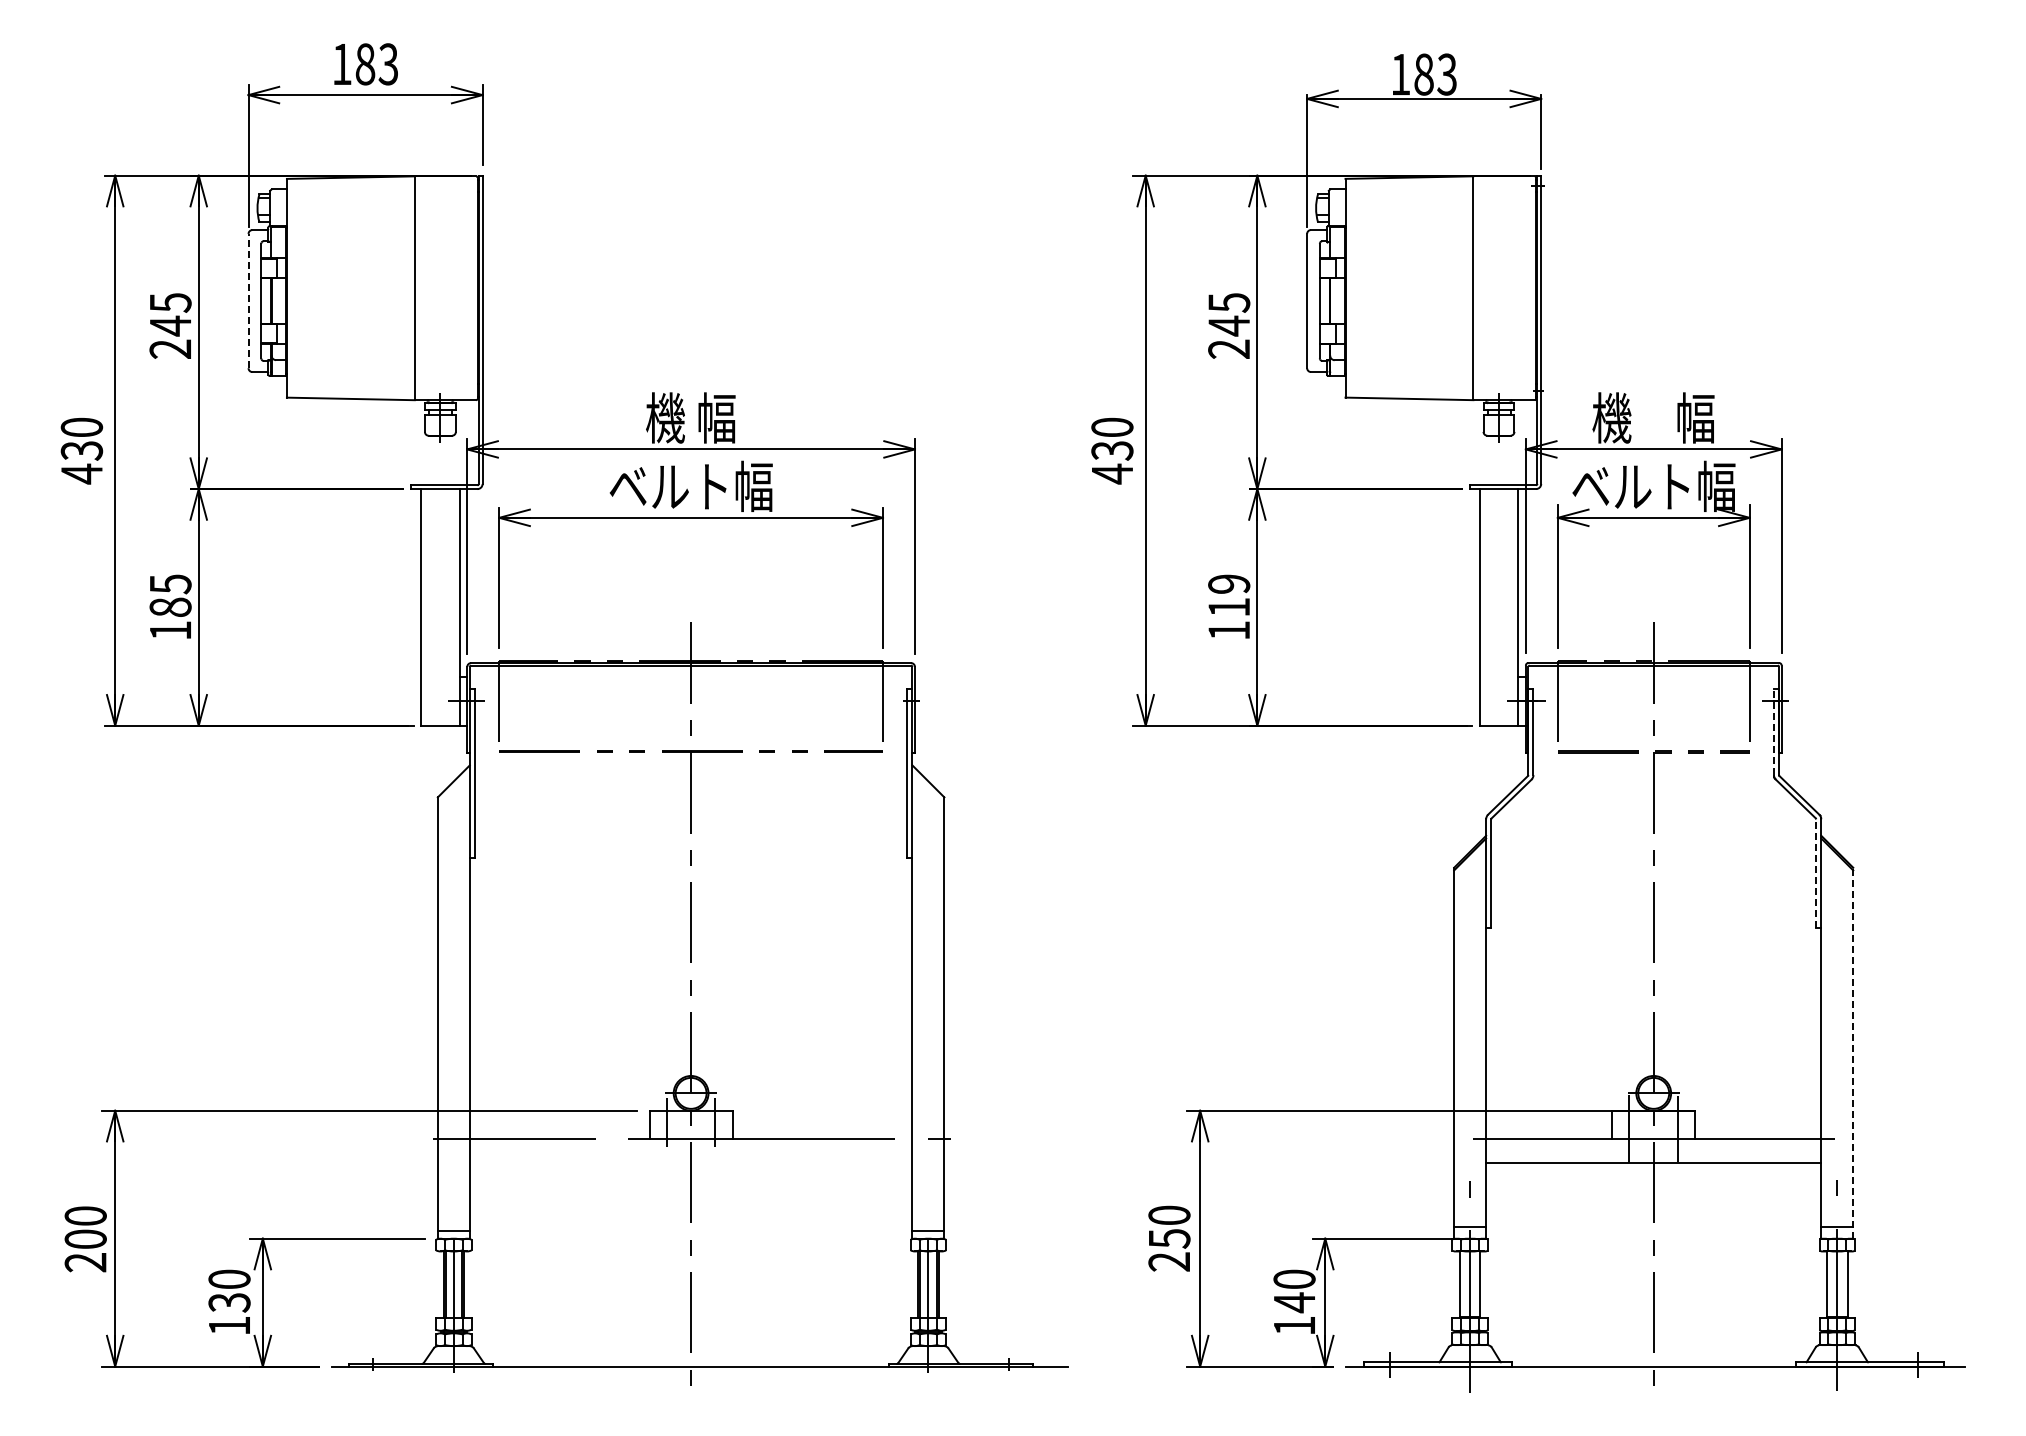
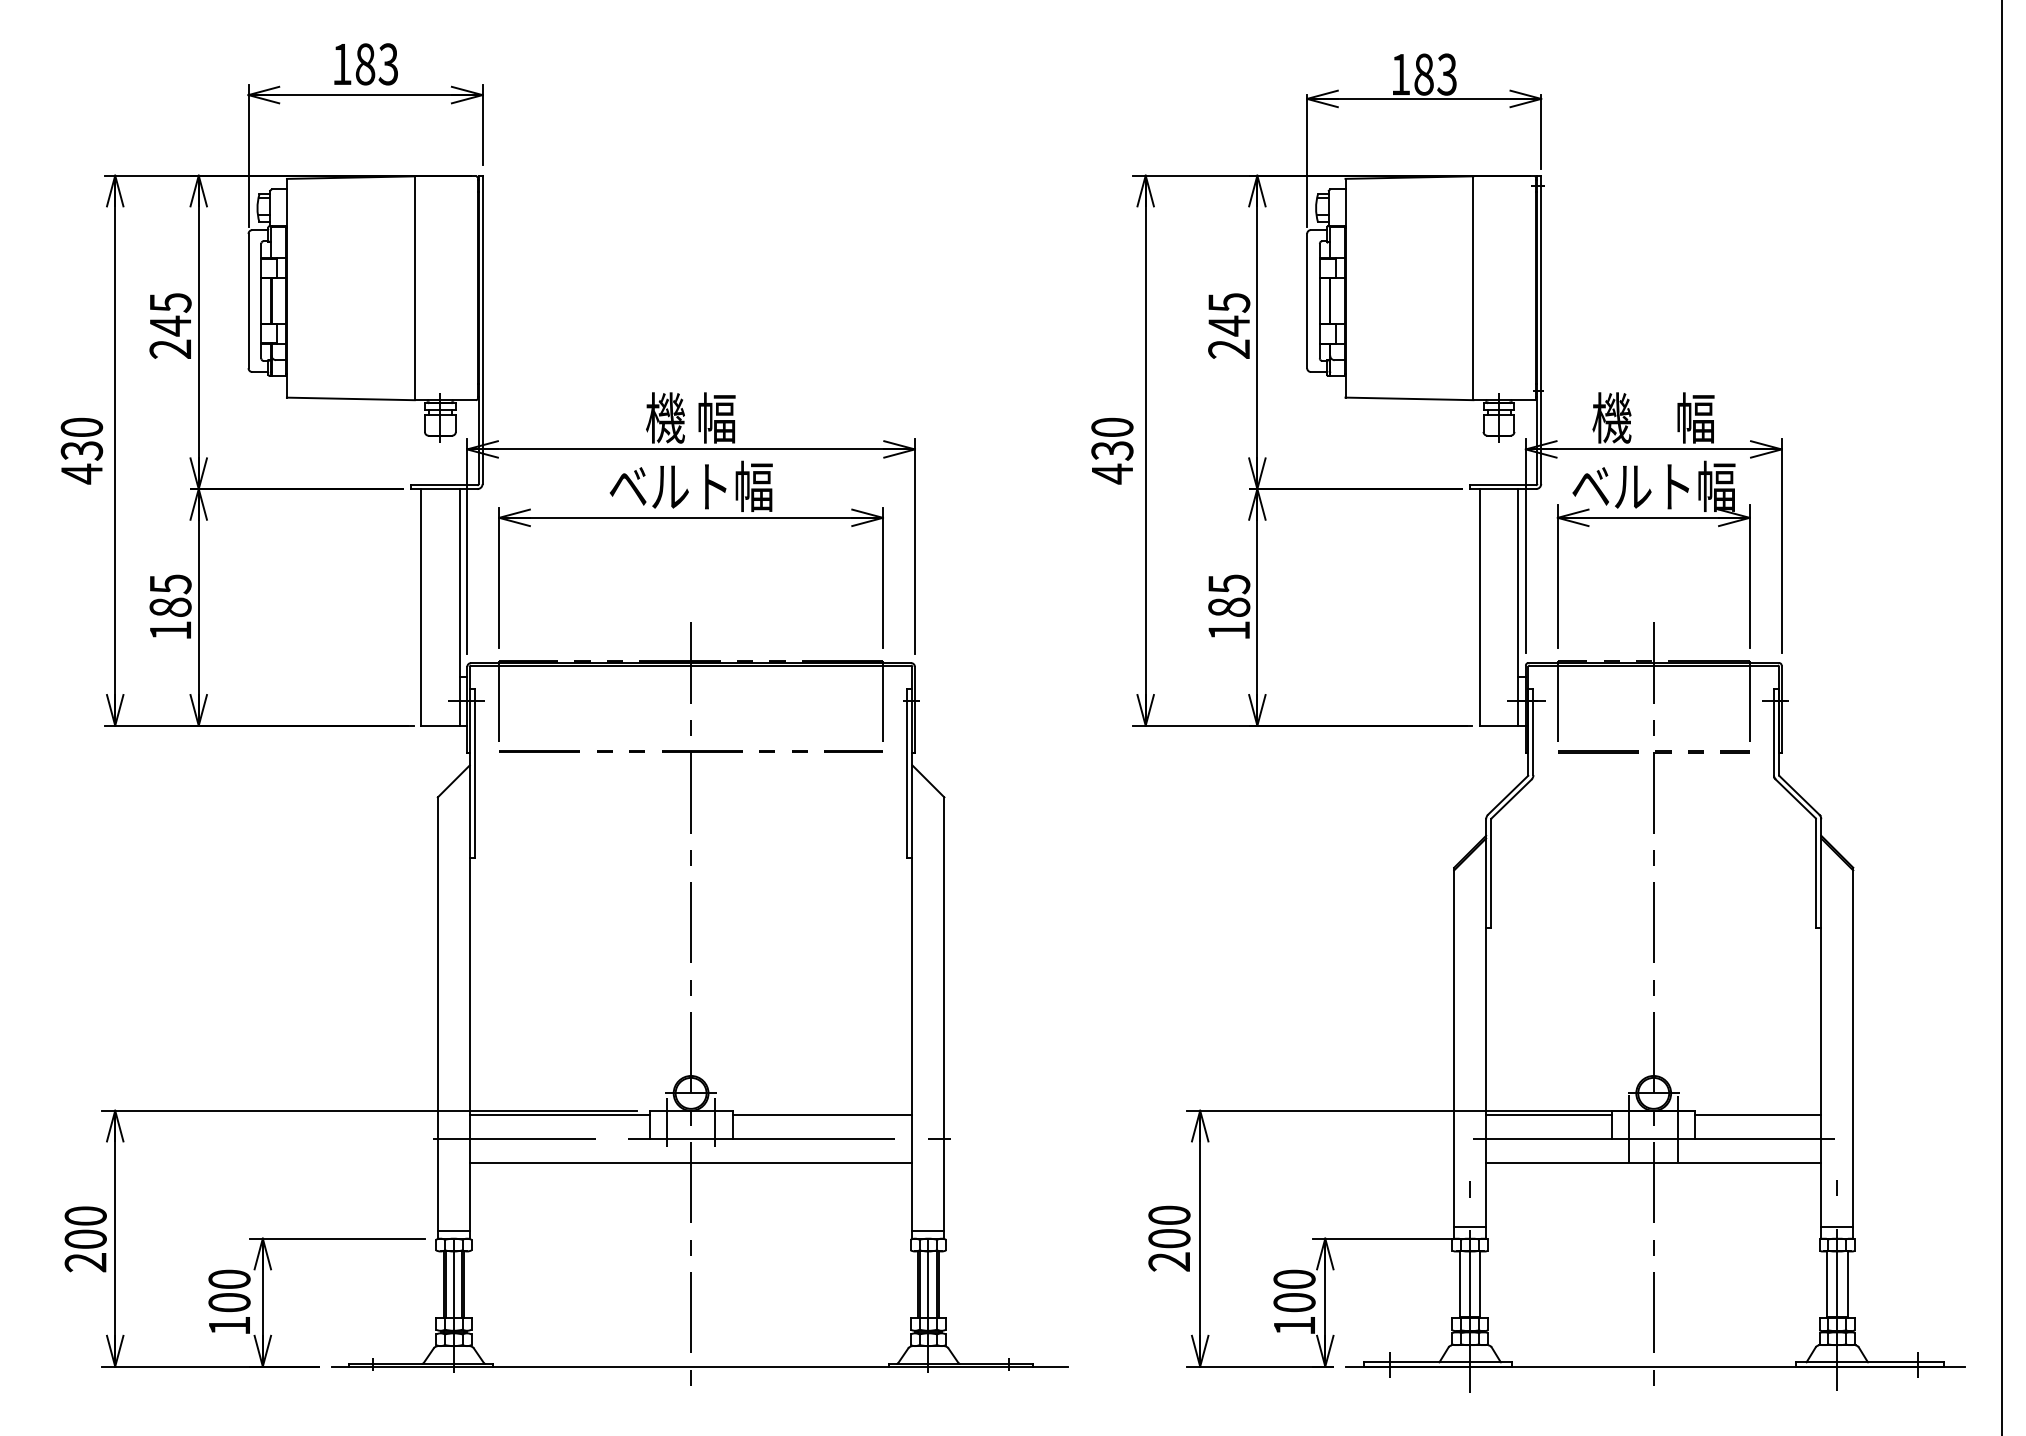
line at (248, 300): dashed -> solid
text at (1229, 595): 119 -> 185
line at (2002, 717): none -> present
line at (1773, 731): dashed -> solid
line at (1816, 873): dashed -> solid
line at (1853, 1052): dashed -> solid
line at (559, 1114): none -> present
line at (822, 1114): none -> present
line at (1549, 1114): none -> present
line at (1758, 1114): none -> present
line at (690, 1163): none -> present
text at (1169, 1238): 250 -> 200
text at (229, 1302): 130 -> 100
text at (1294, 1302): 140 -> 100
